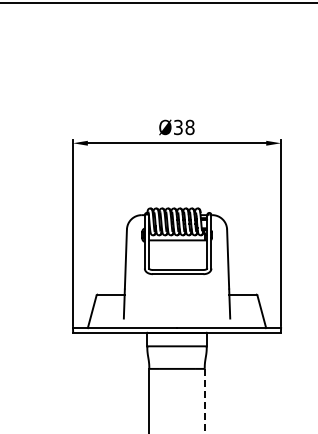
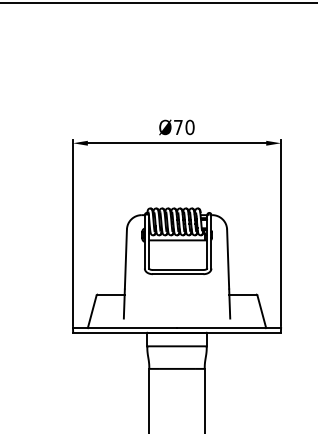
text at (184, 127): Ø38 -> Ø70
line at (204, 401): dashed -> solid
